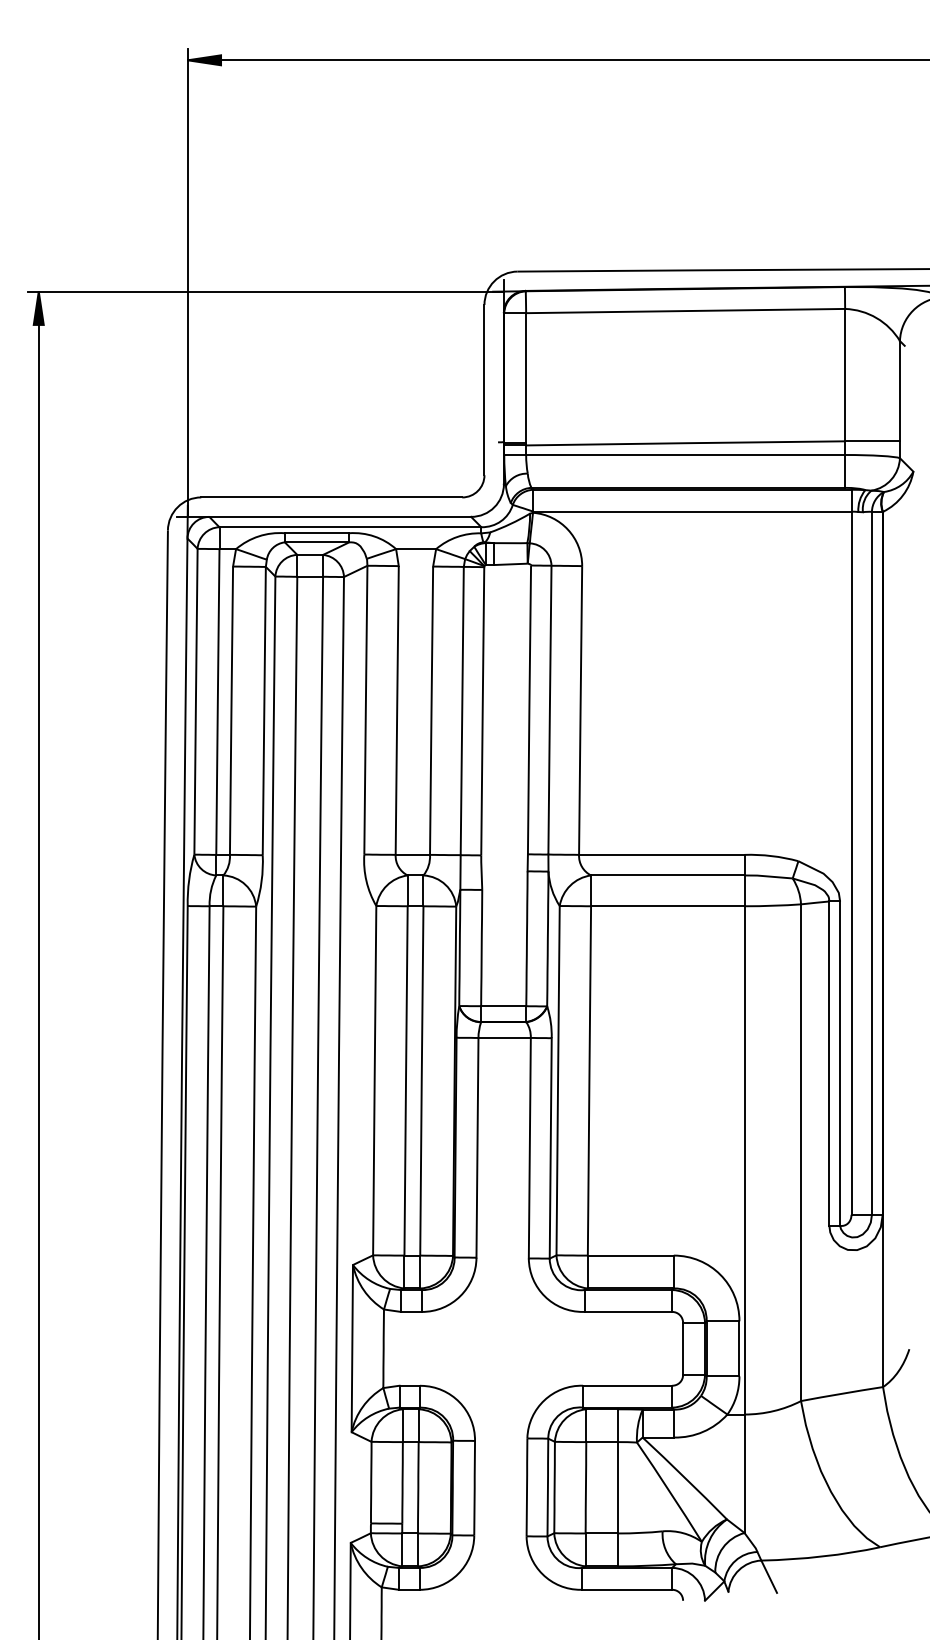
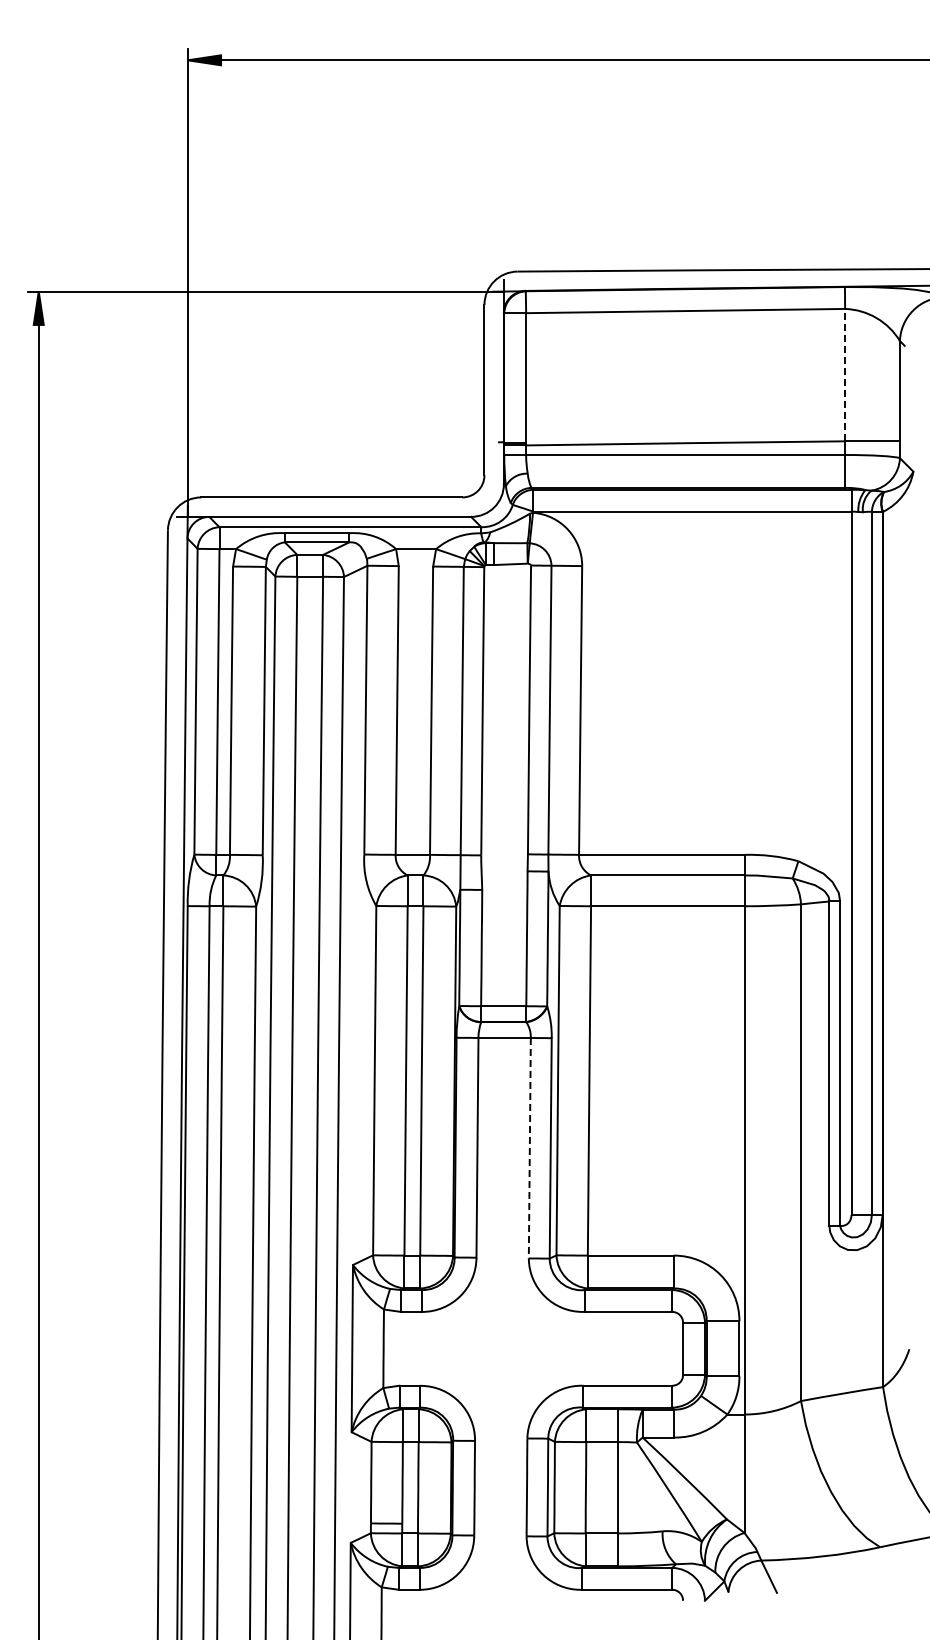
line at (845, 374): solid -> dashed
line at (529, 1148): solid -> dashed
